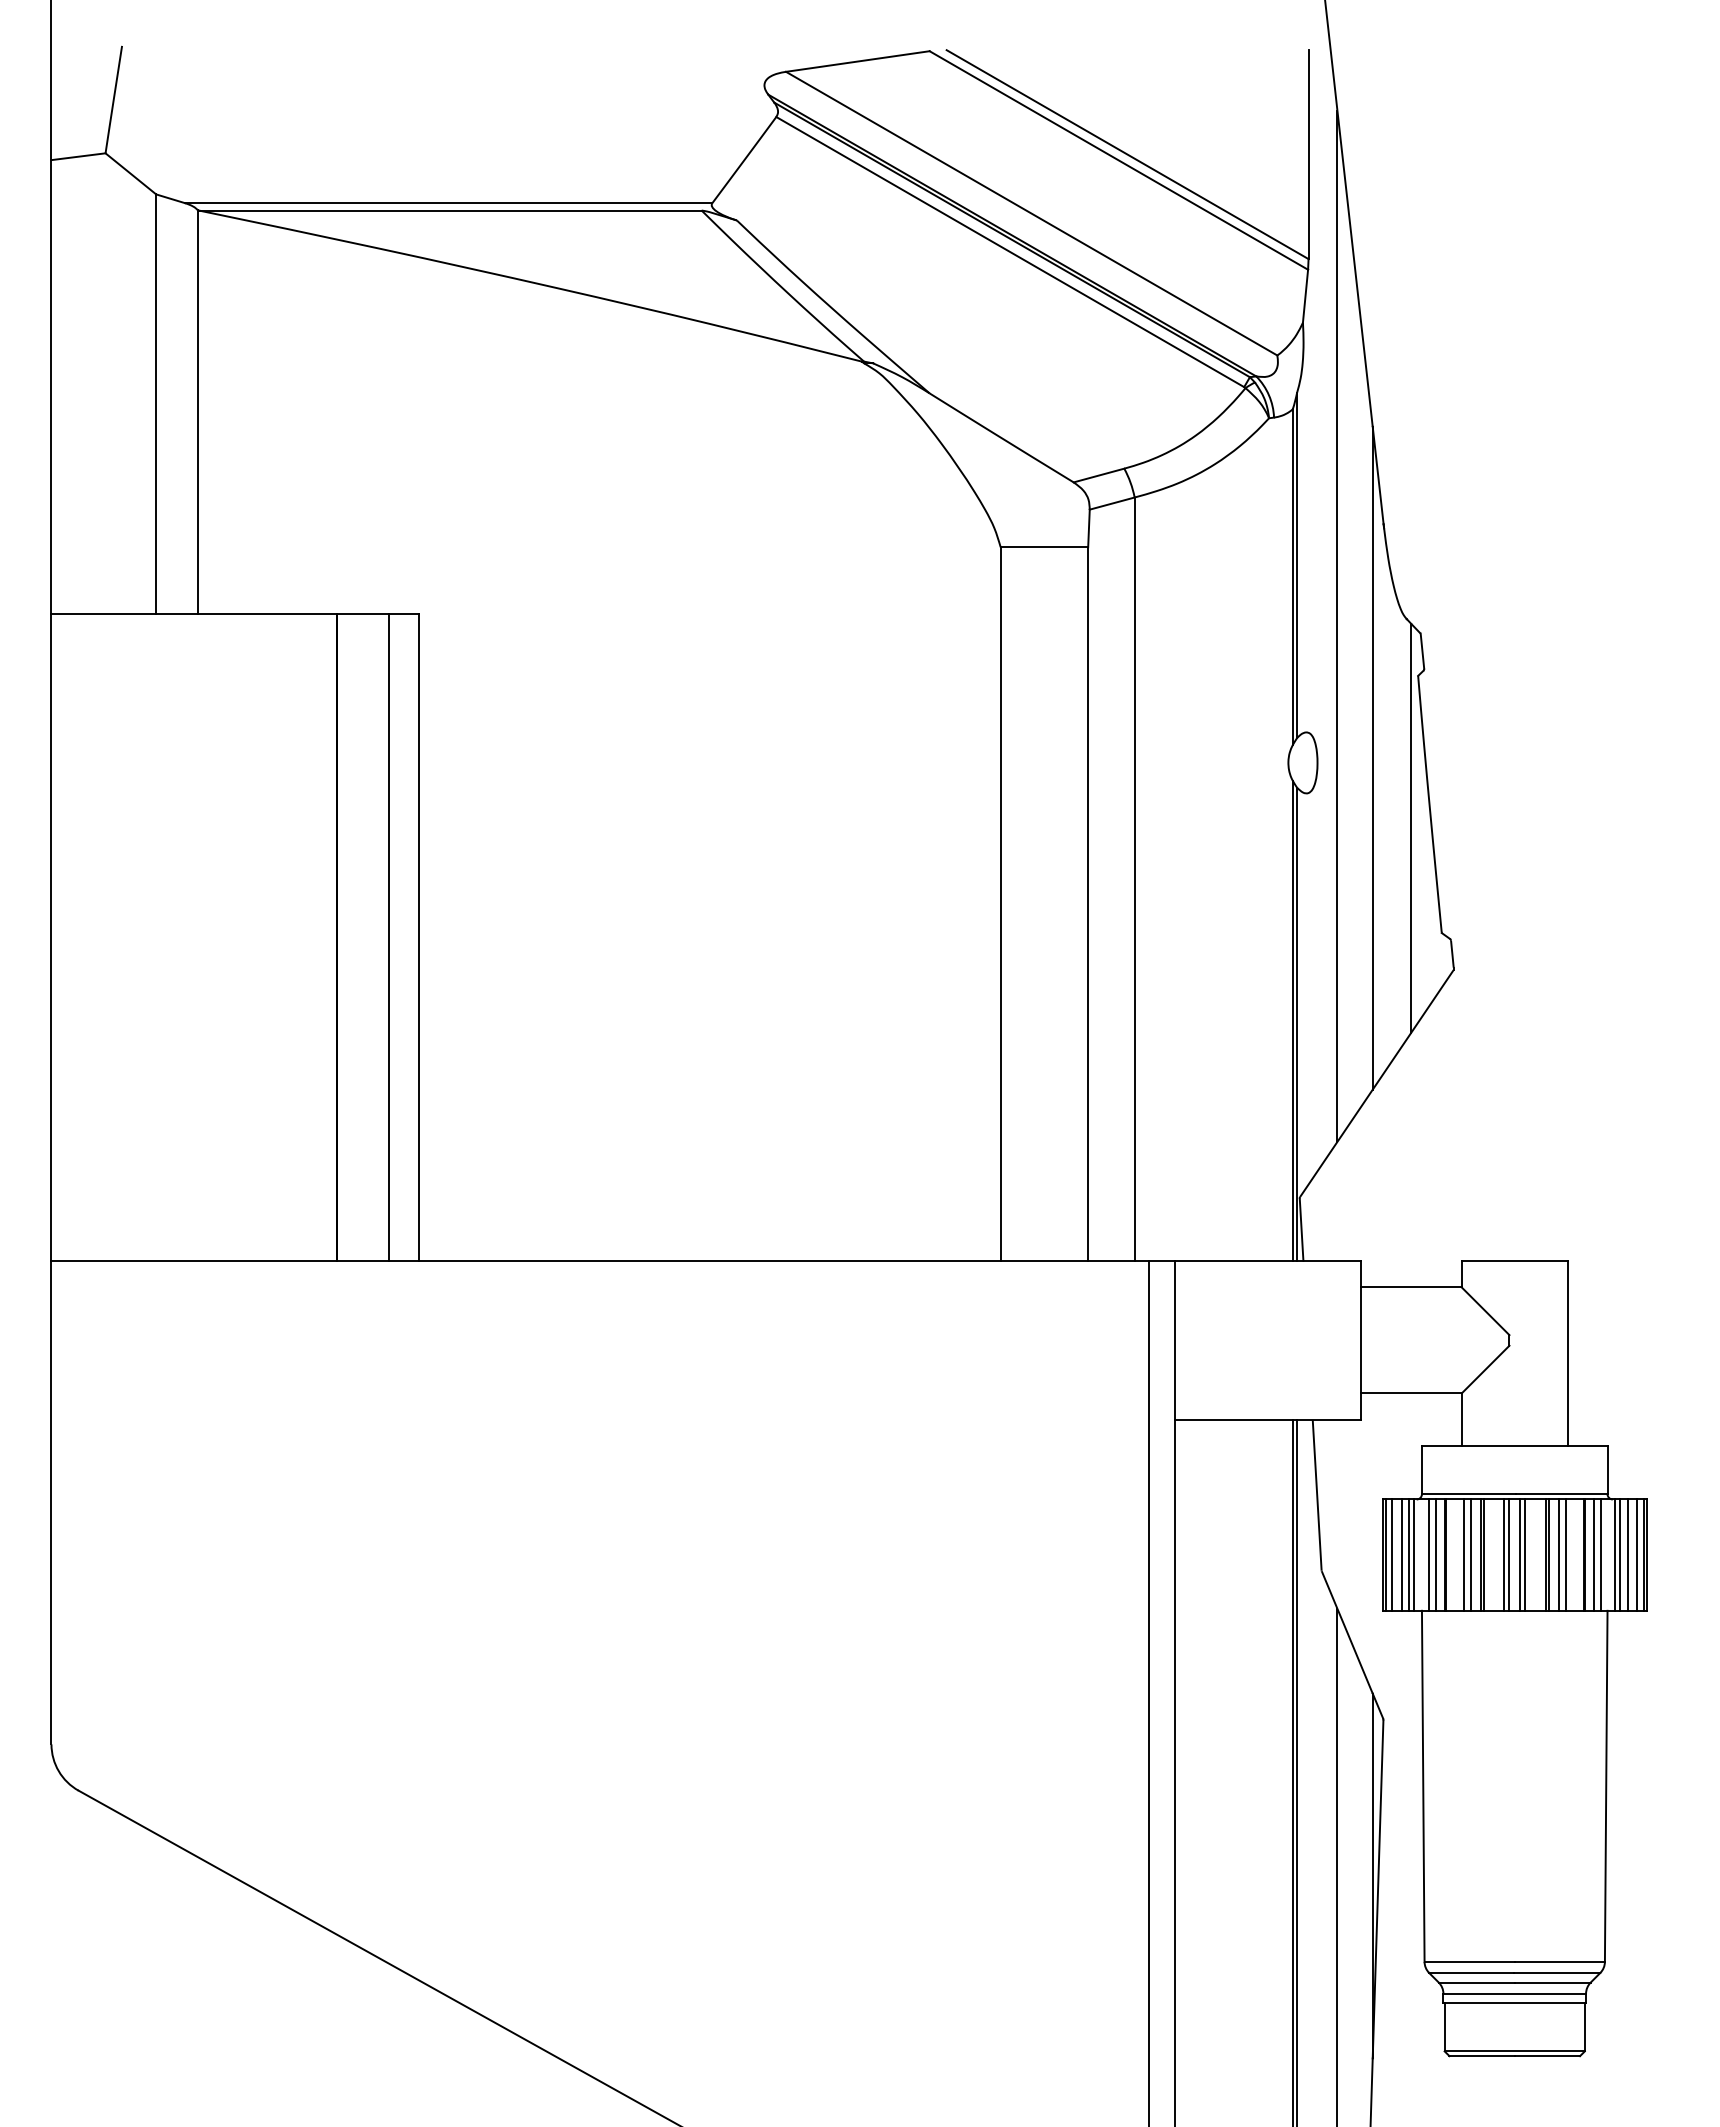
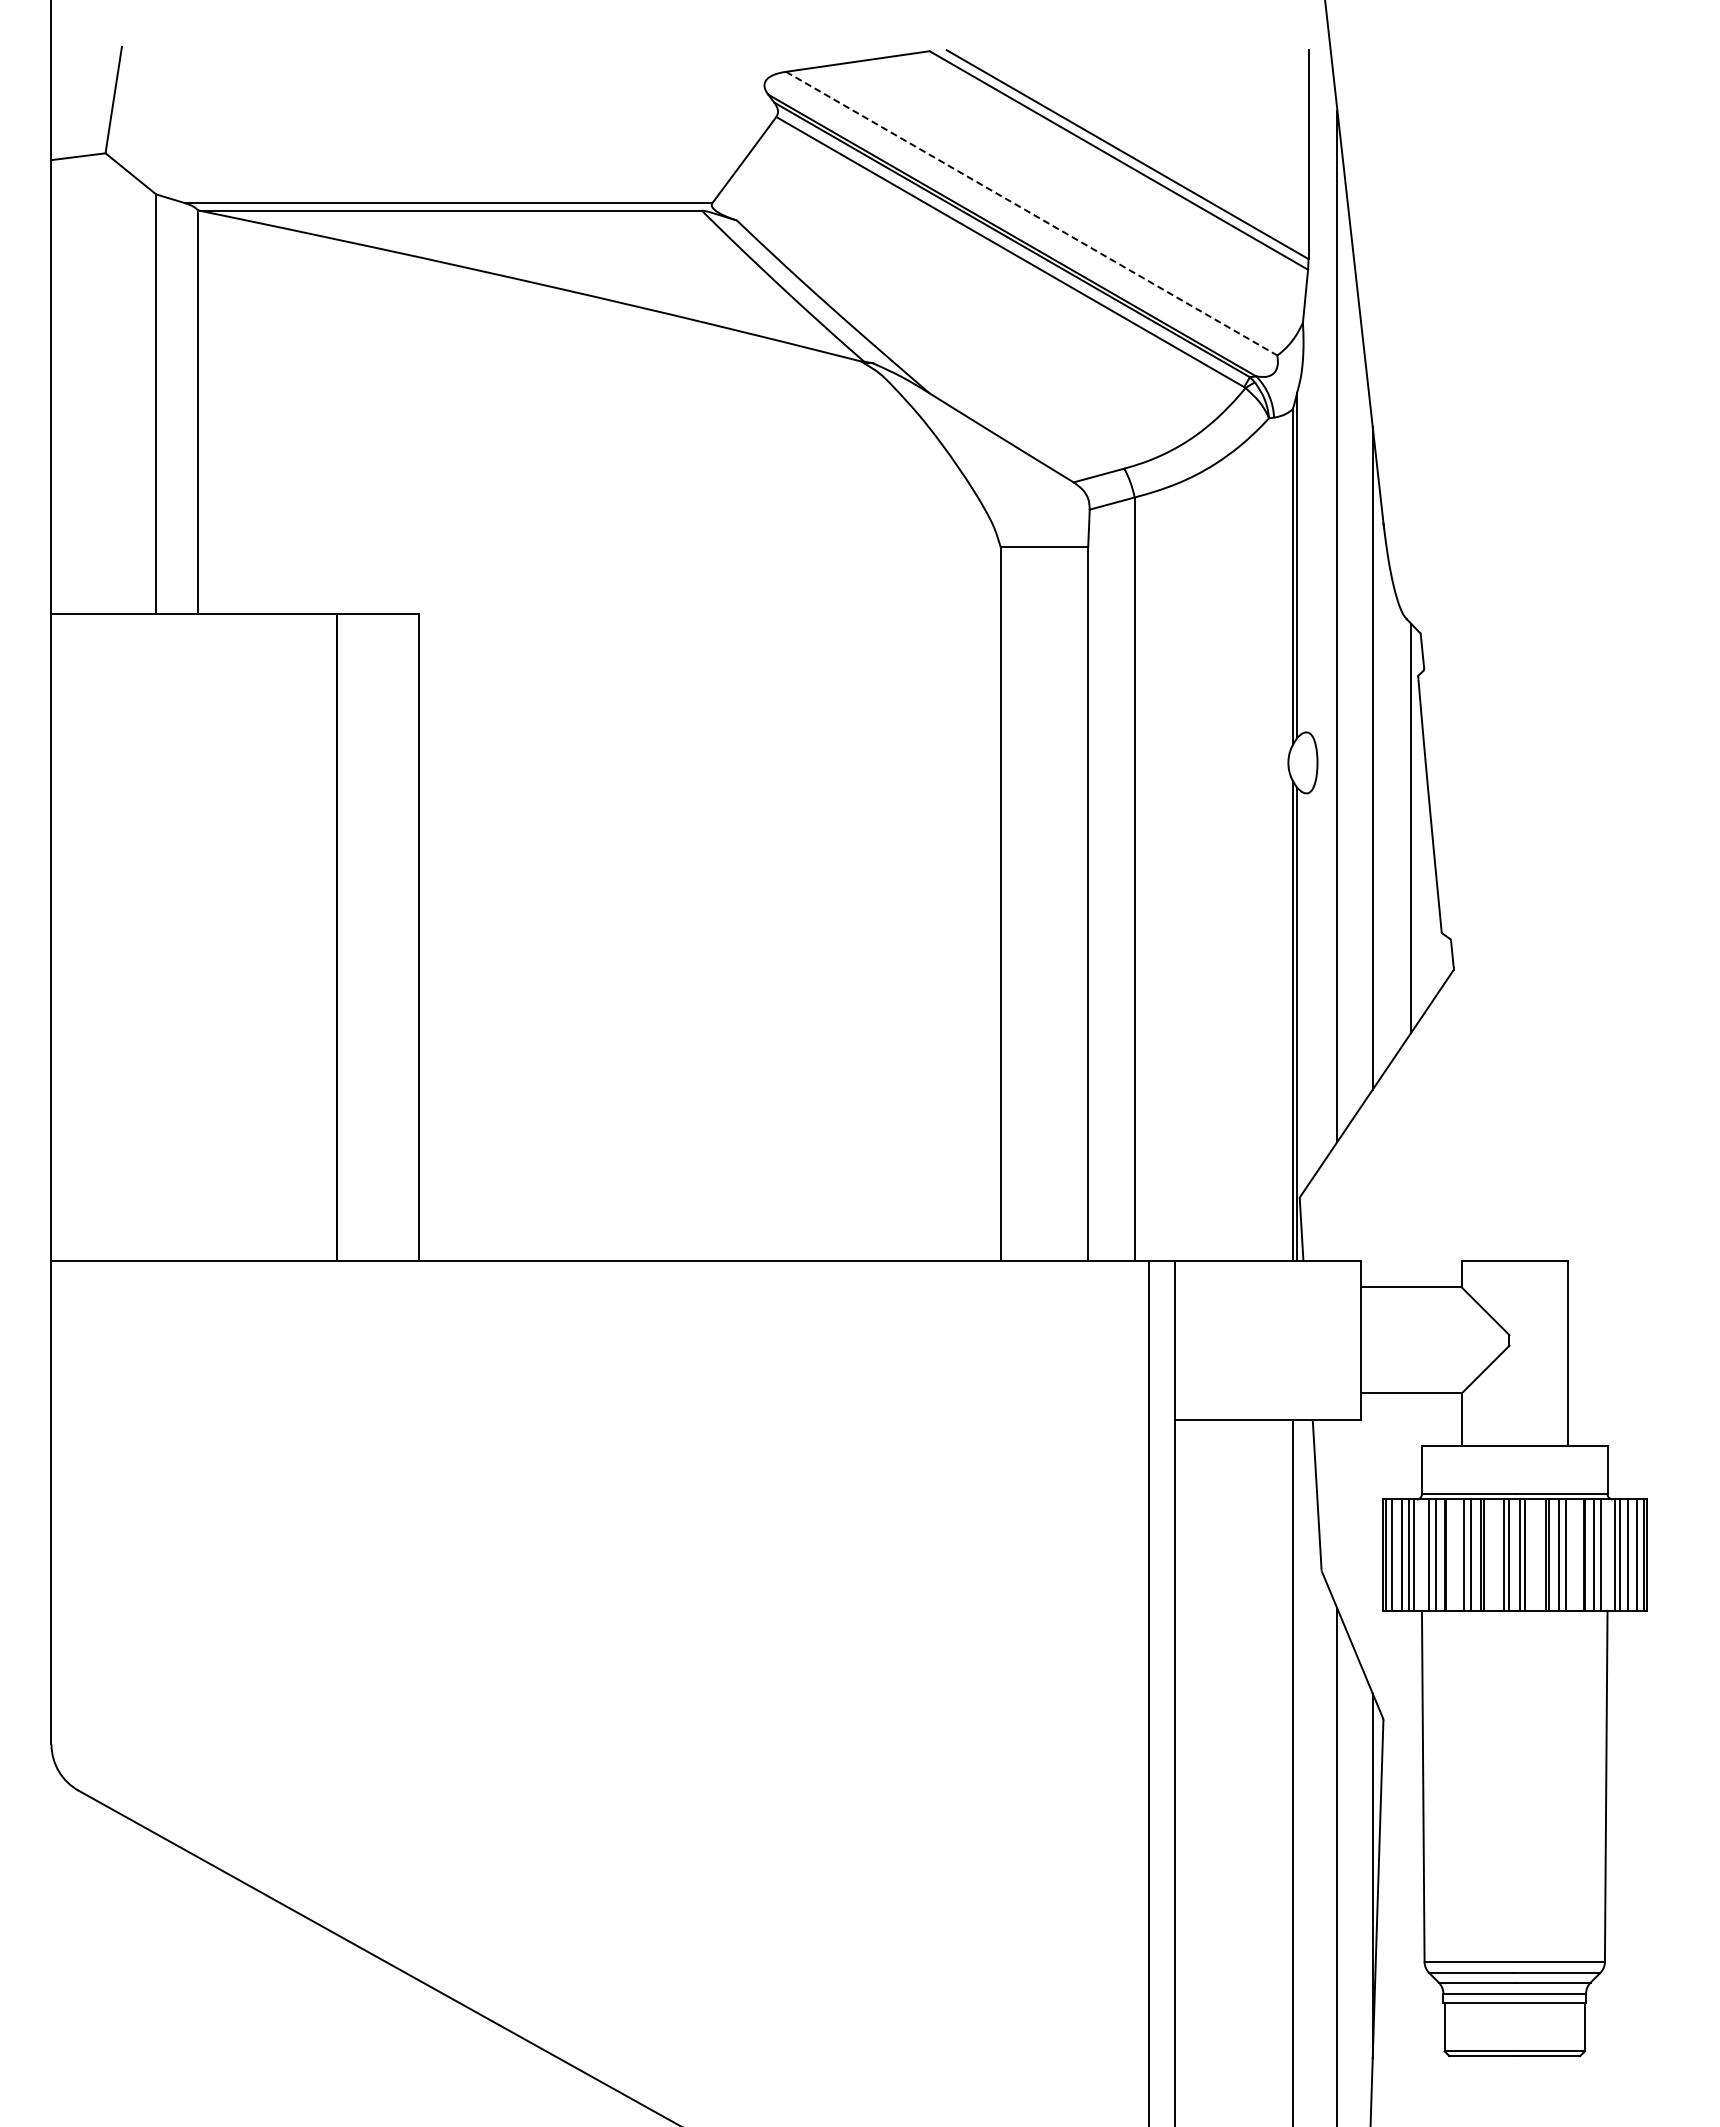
line at (1031, 213): solid -> dashed
line at (388, 937): present -> none
line at (1297, 1771): present -> none
